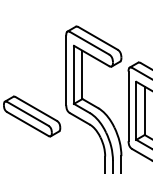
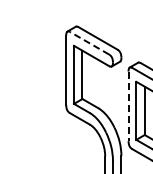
line at (89, 43): solid -> dashed
line at (128, 106): solid -> dashed
part at (32, 116): present -> none
